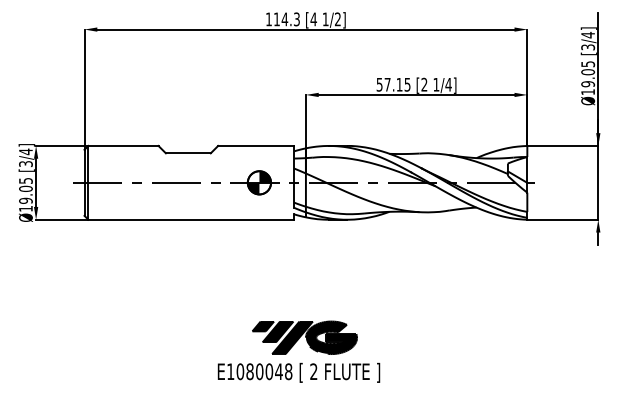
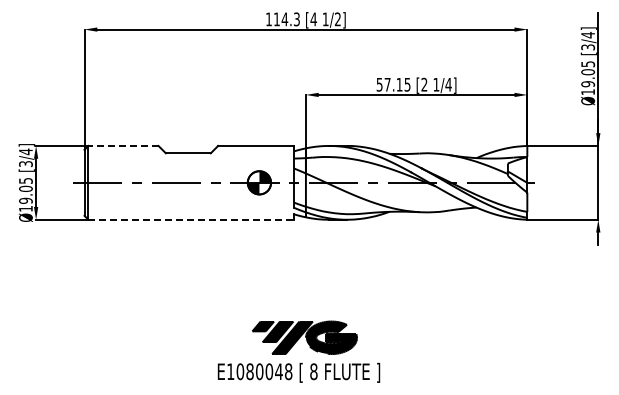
line at (122, 145): solid -> dashed
line at (191, 219): solid -> dashed
text at (313, 371): 2 -> 8
